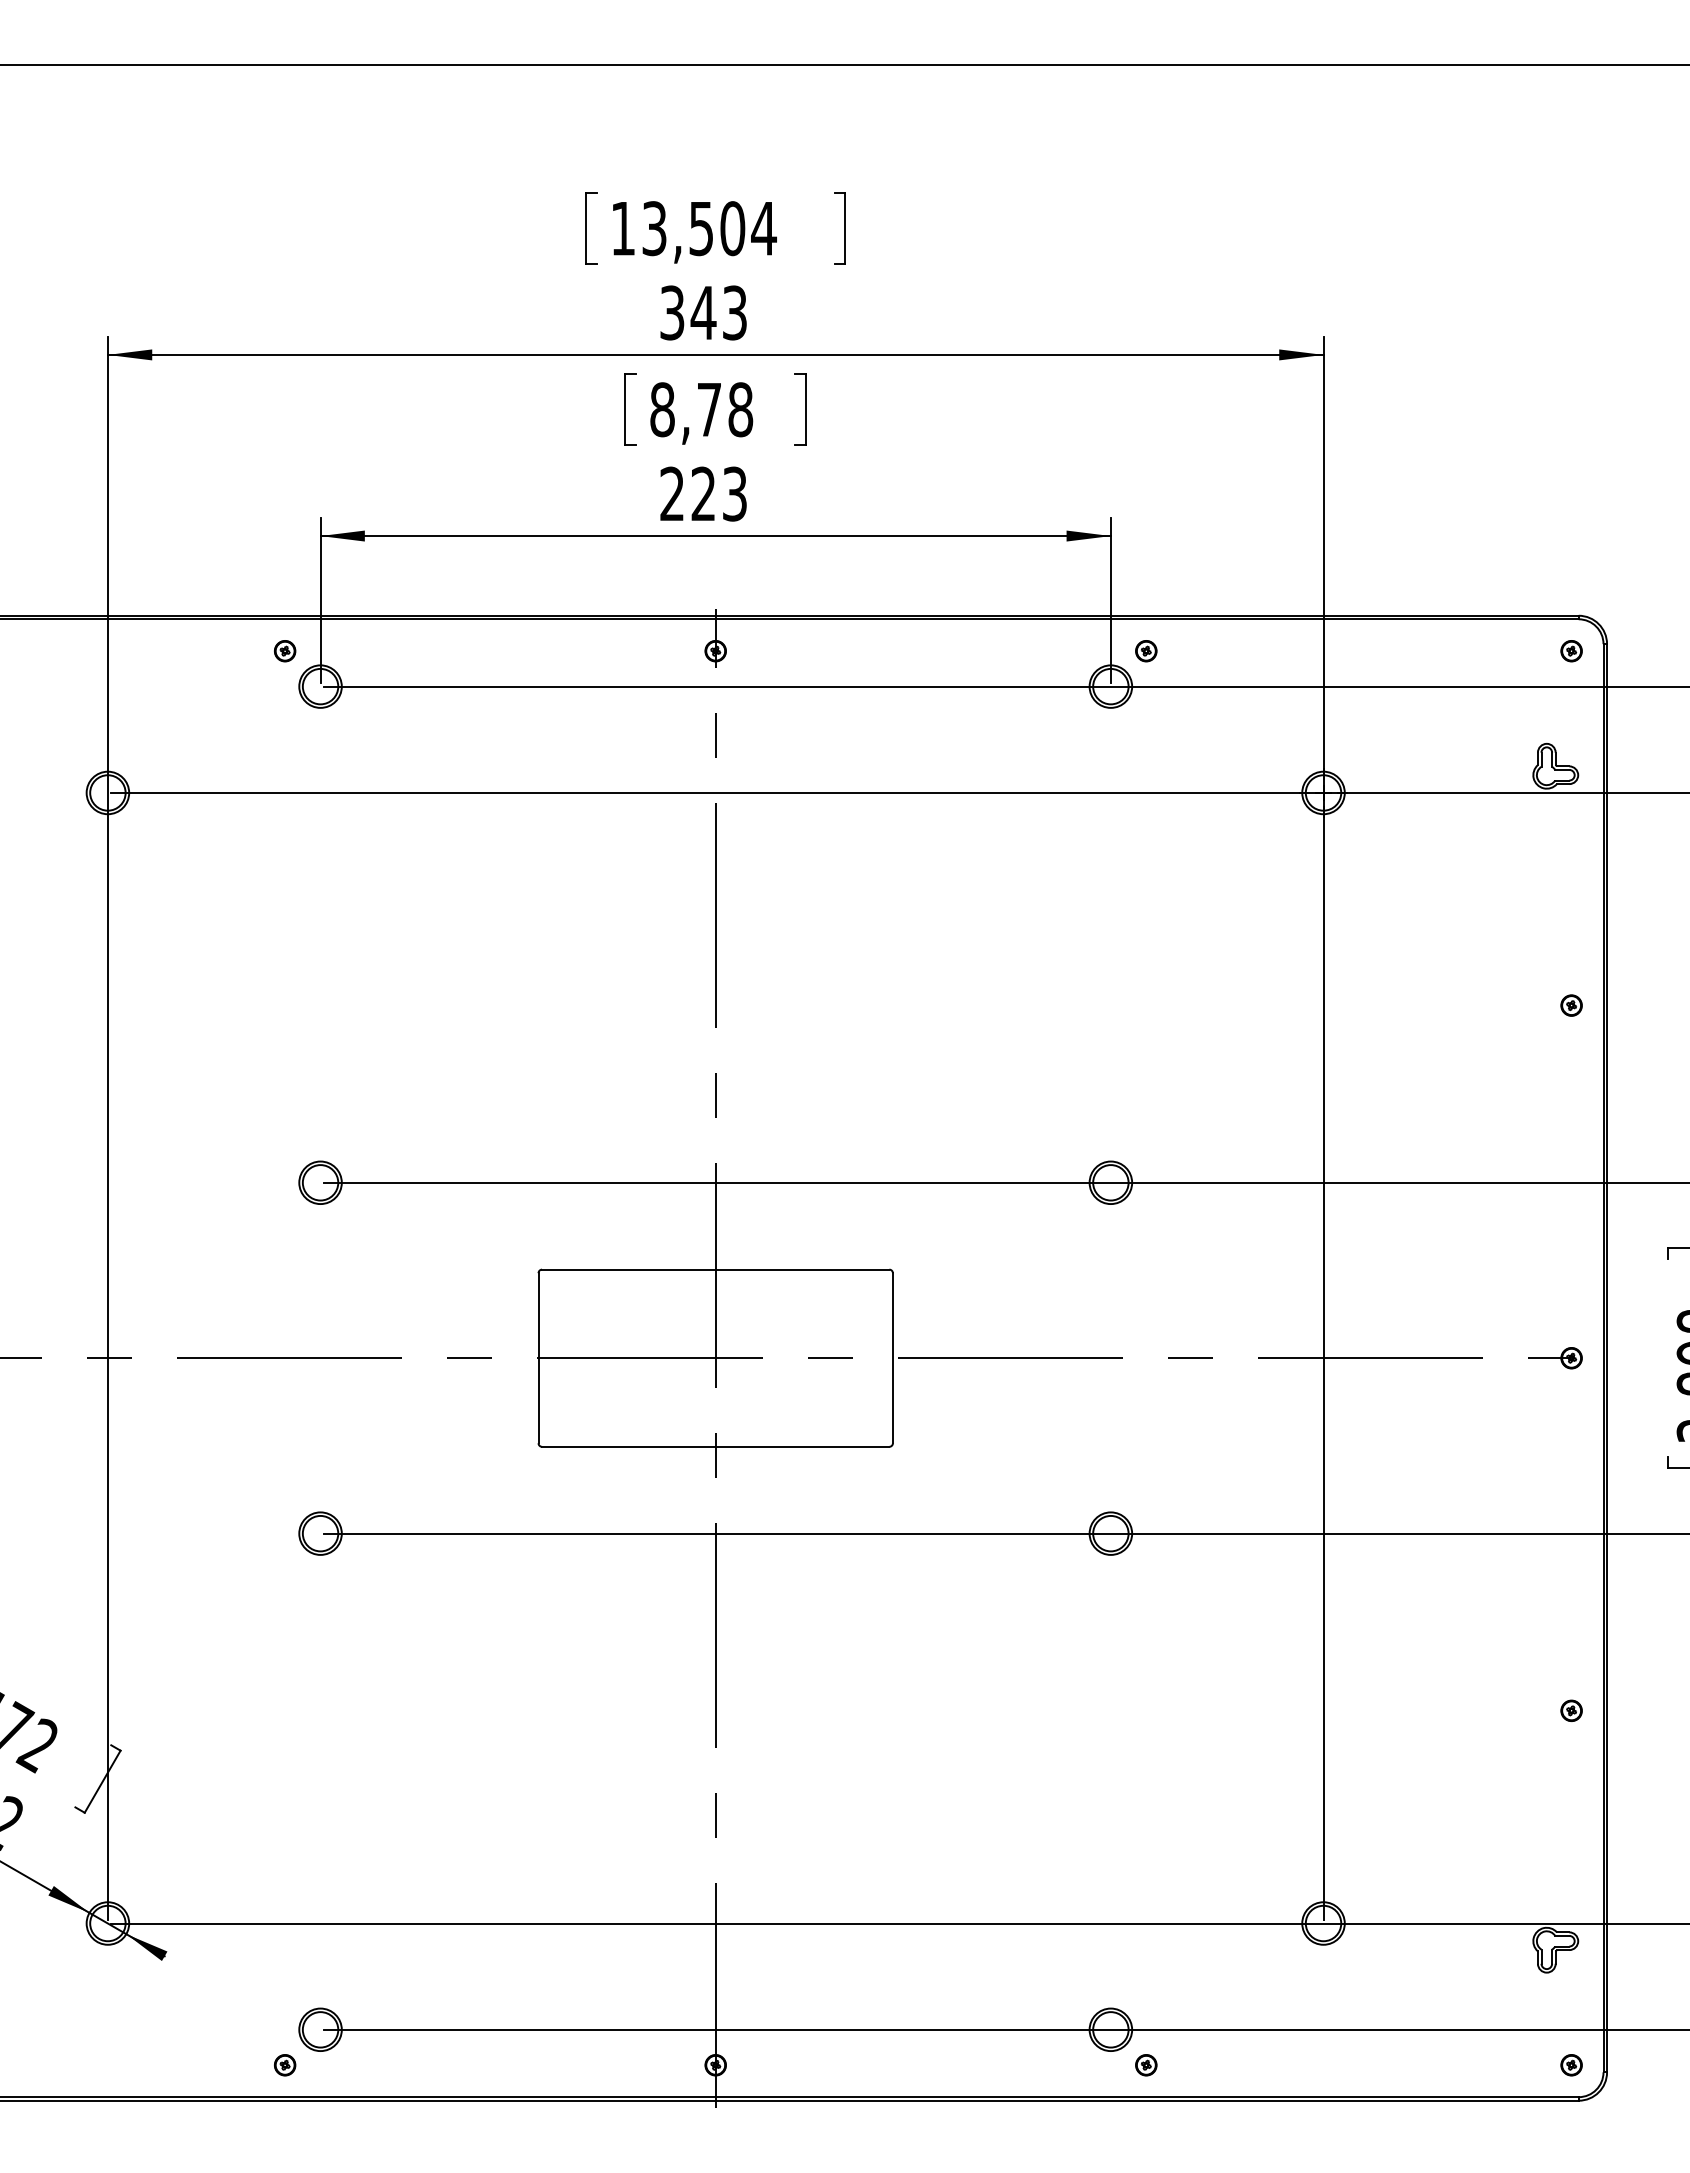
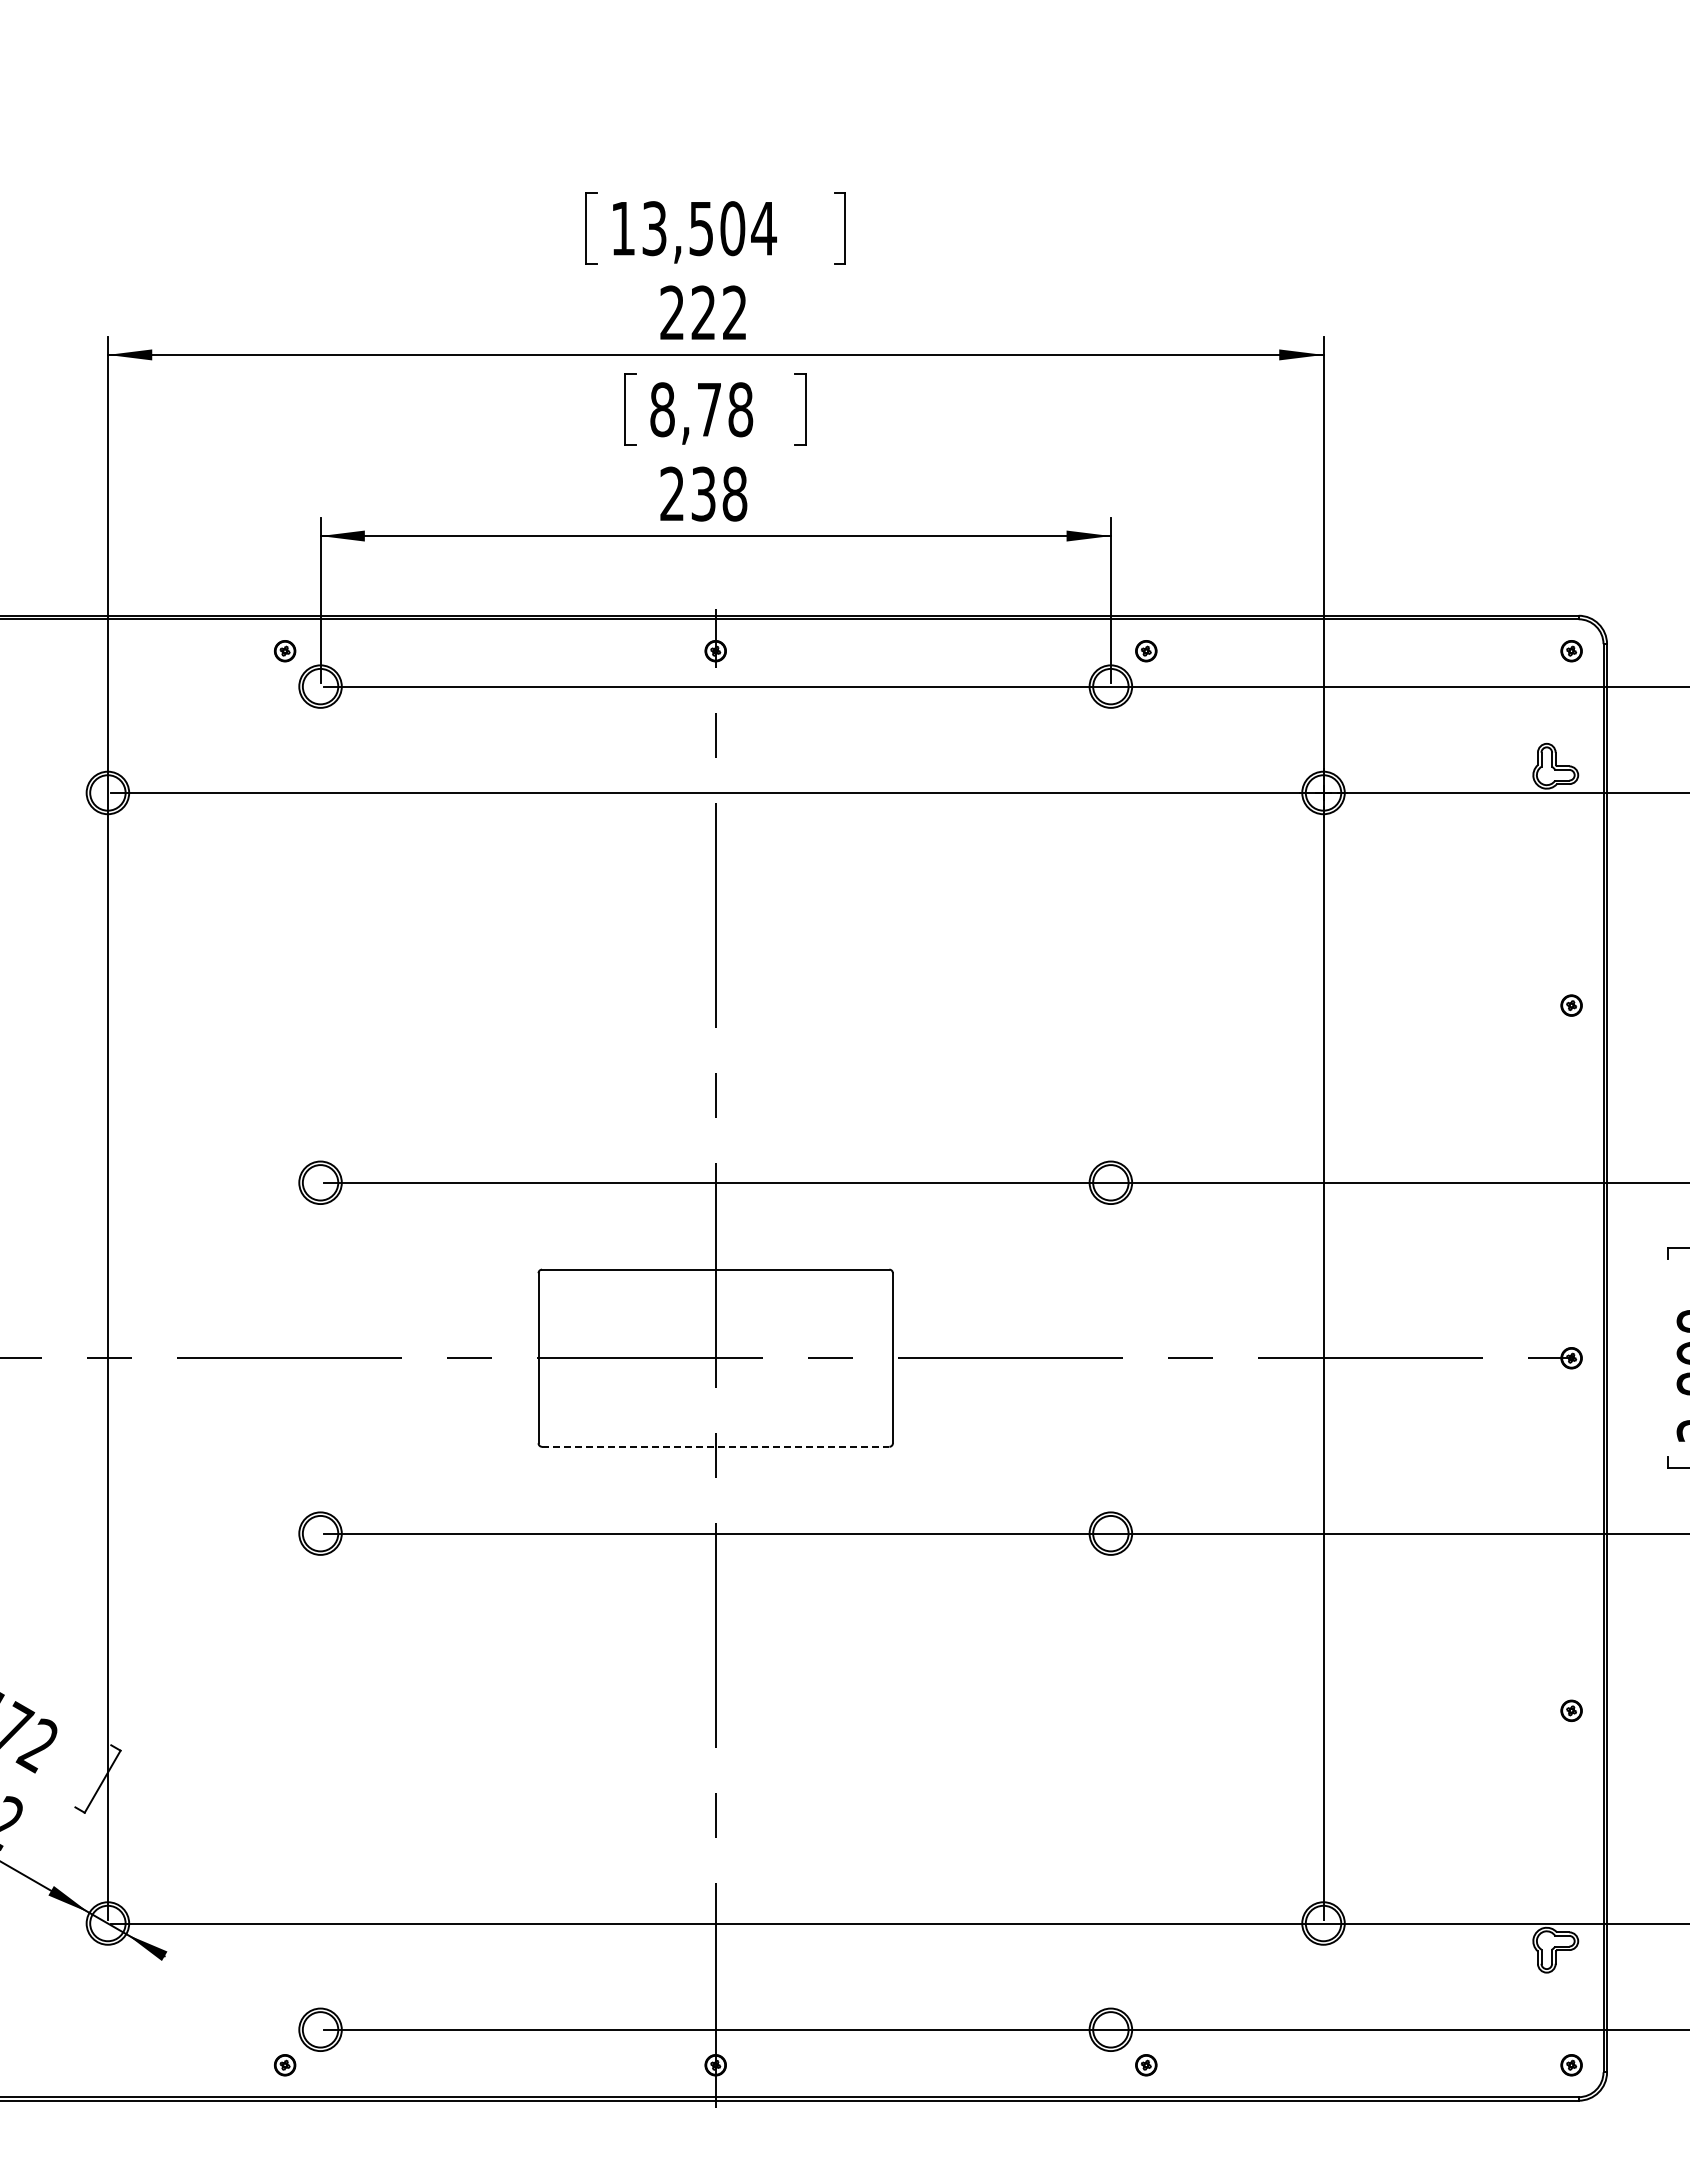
line at (844, 65): present -> none
text at (703, 312): 343 -> 222
text at (719, 493): 223 -> 238
line at (715, 1446): solid -> dashed
